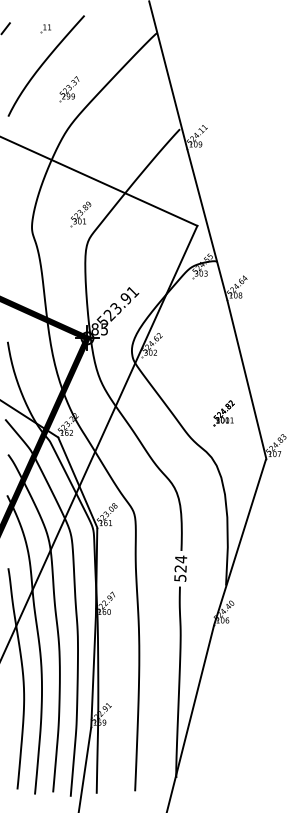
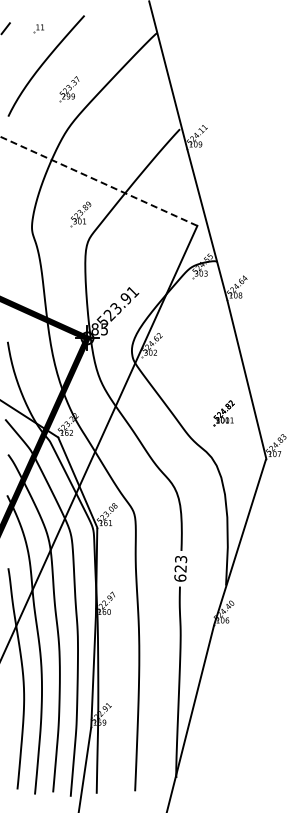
part at (45, 28) position: (45, 28) -> (38, 28)
line at (99, 181): solid -> dashed
text at (180, 568): 524 -> 623
